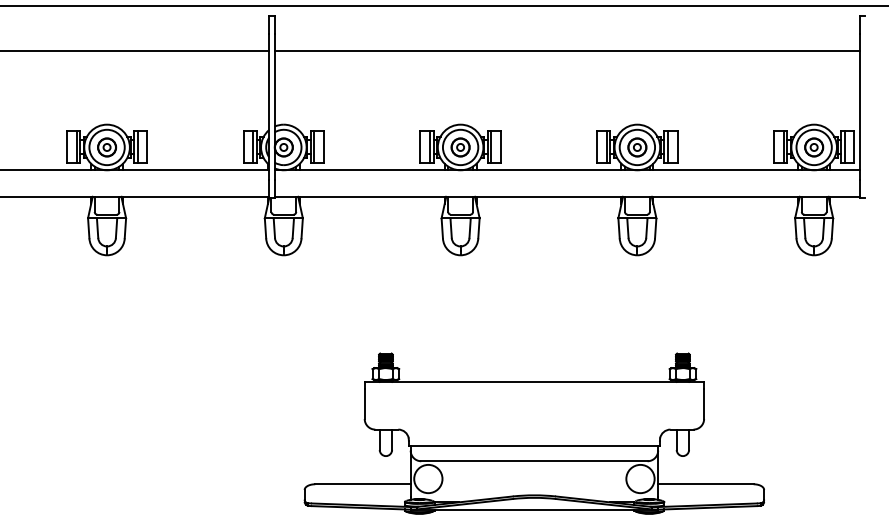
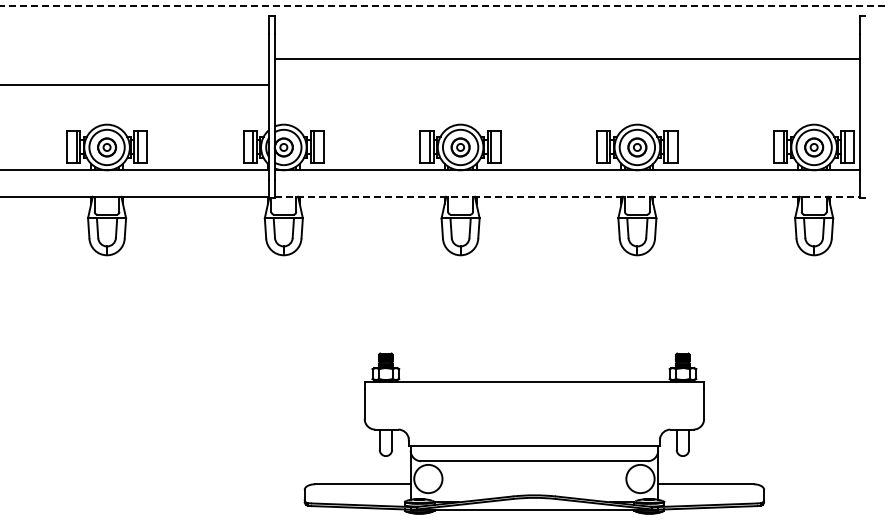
line at (444, 5): solid -> dashed
line at (135, 50) position: (135, 50) -> (135, 84)
line at (566, 50) position: (566, 50) -> (566, 58)
line at (567, 196): solid -> dashed
